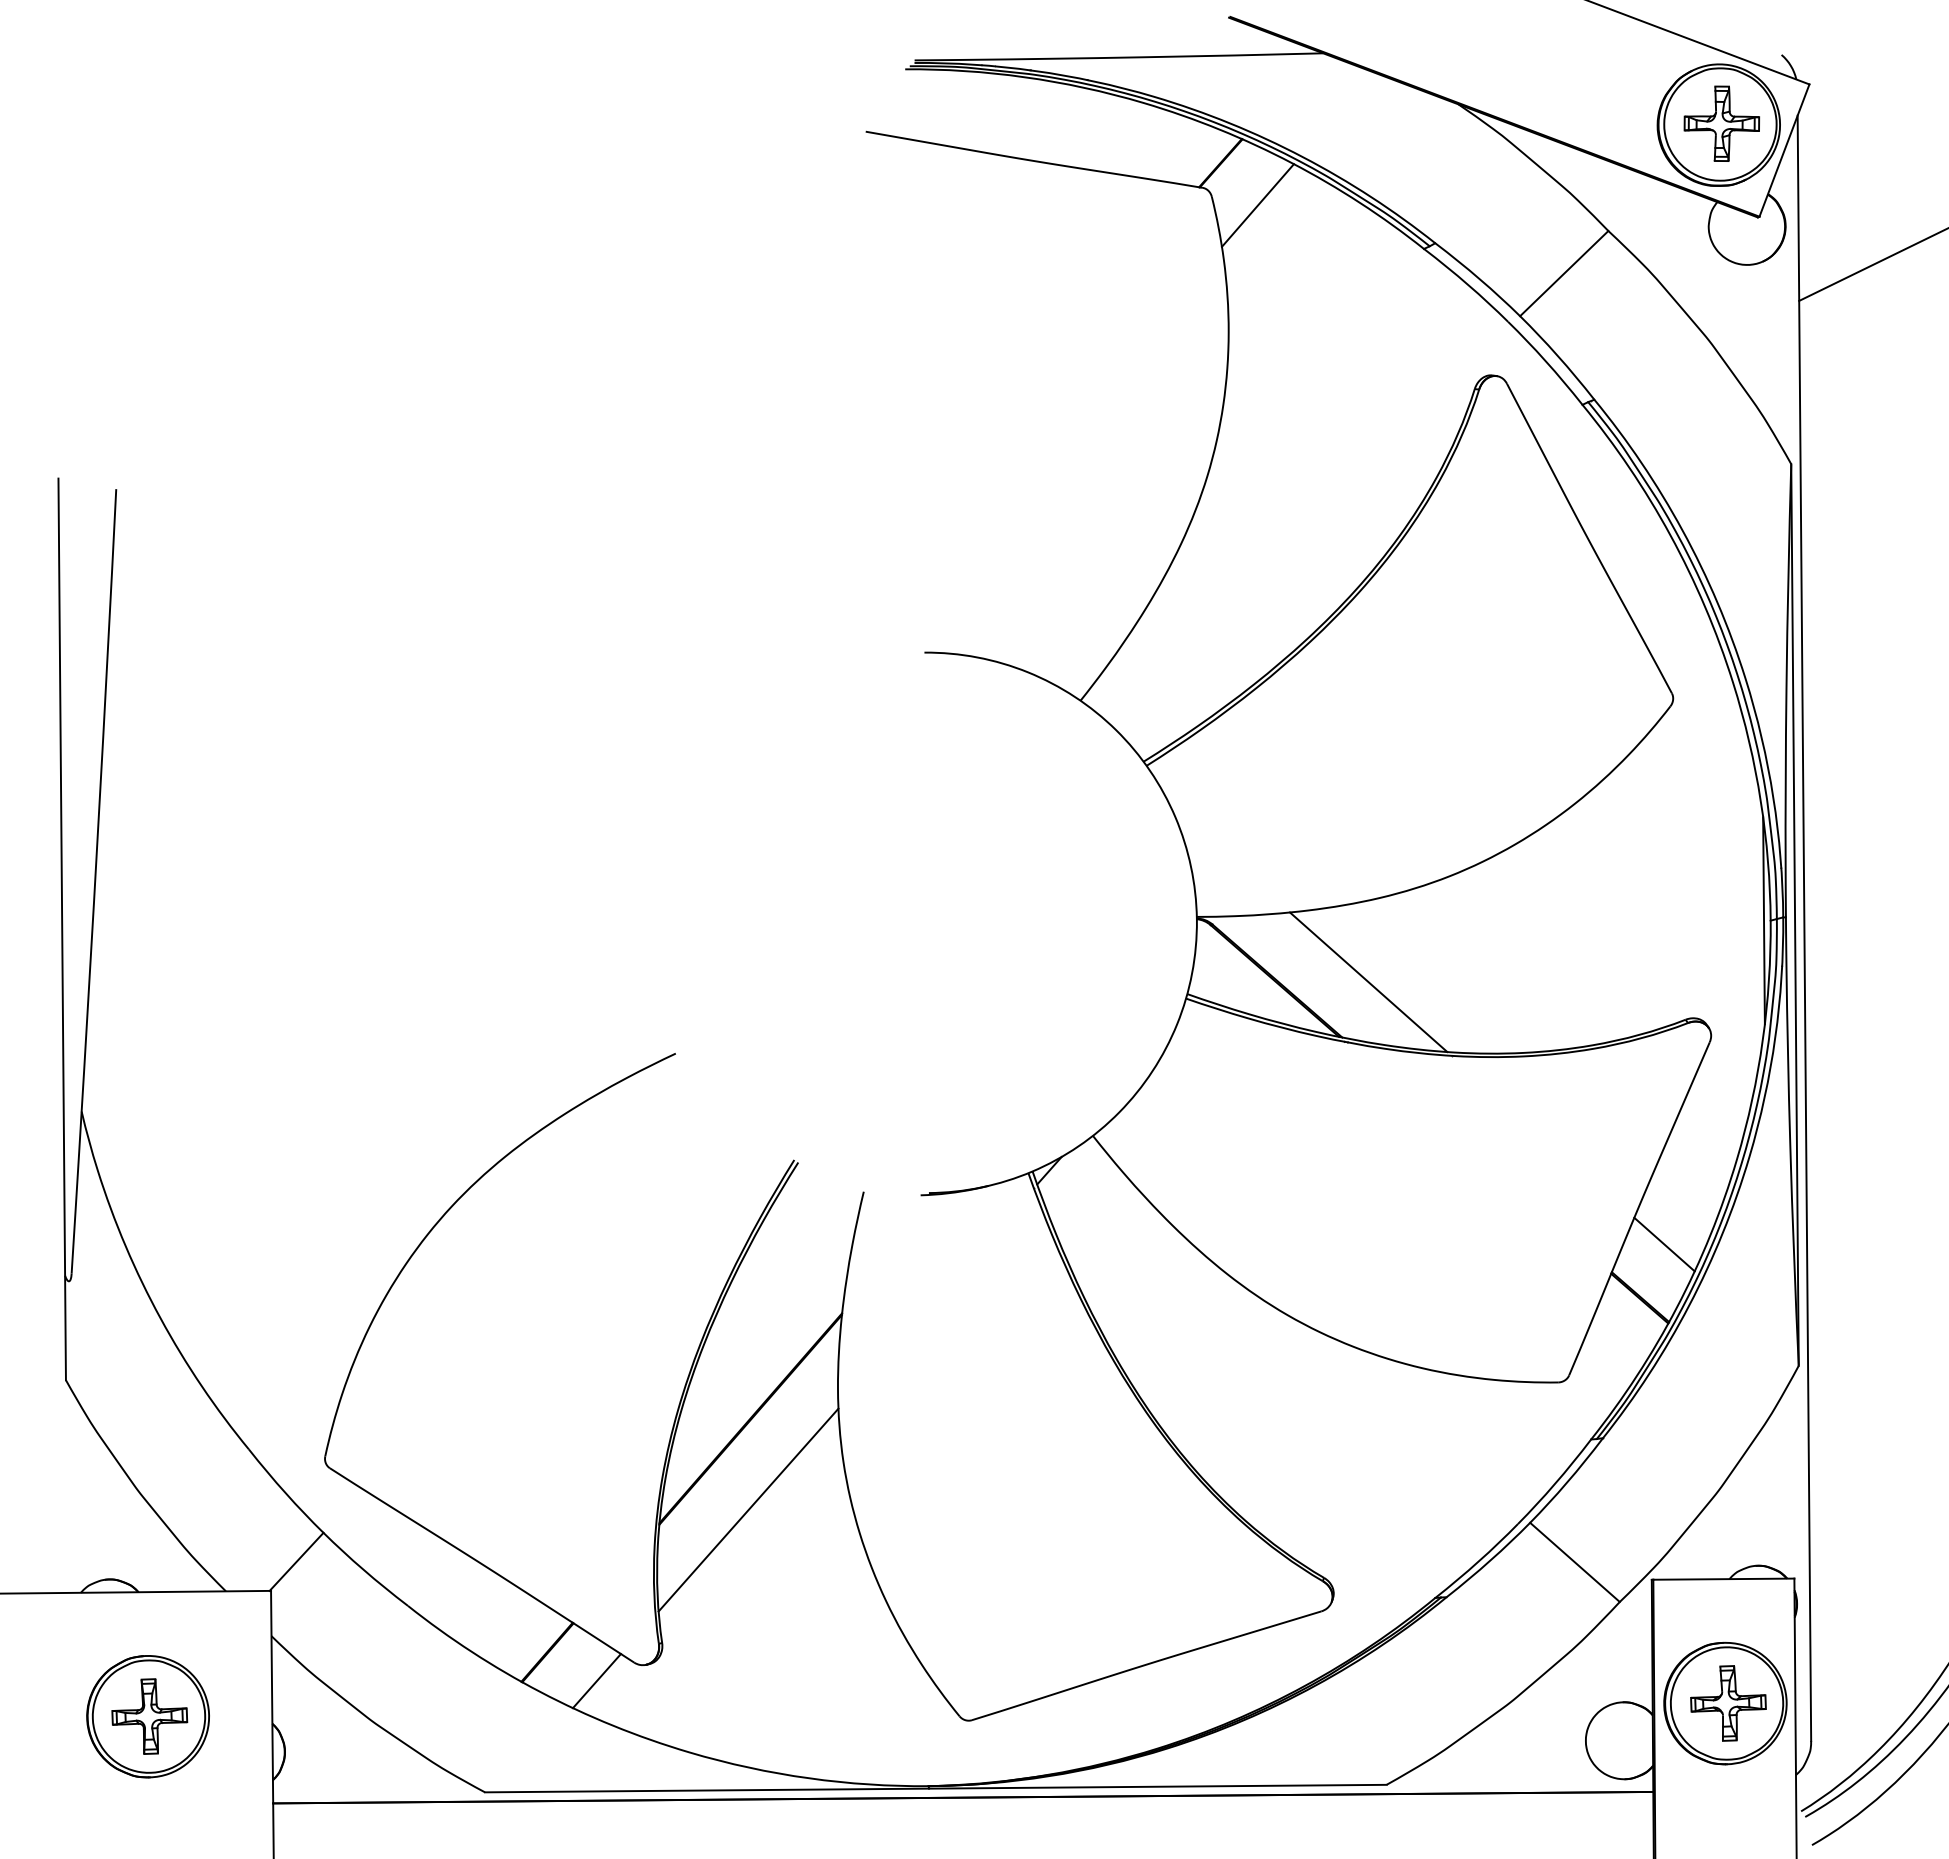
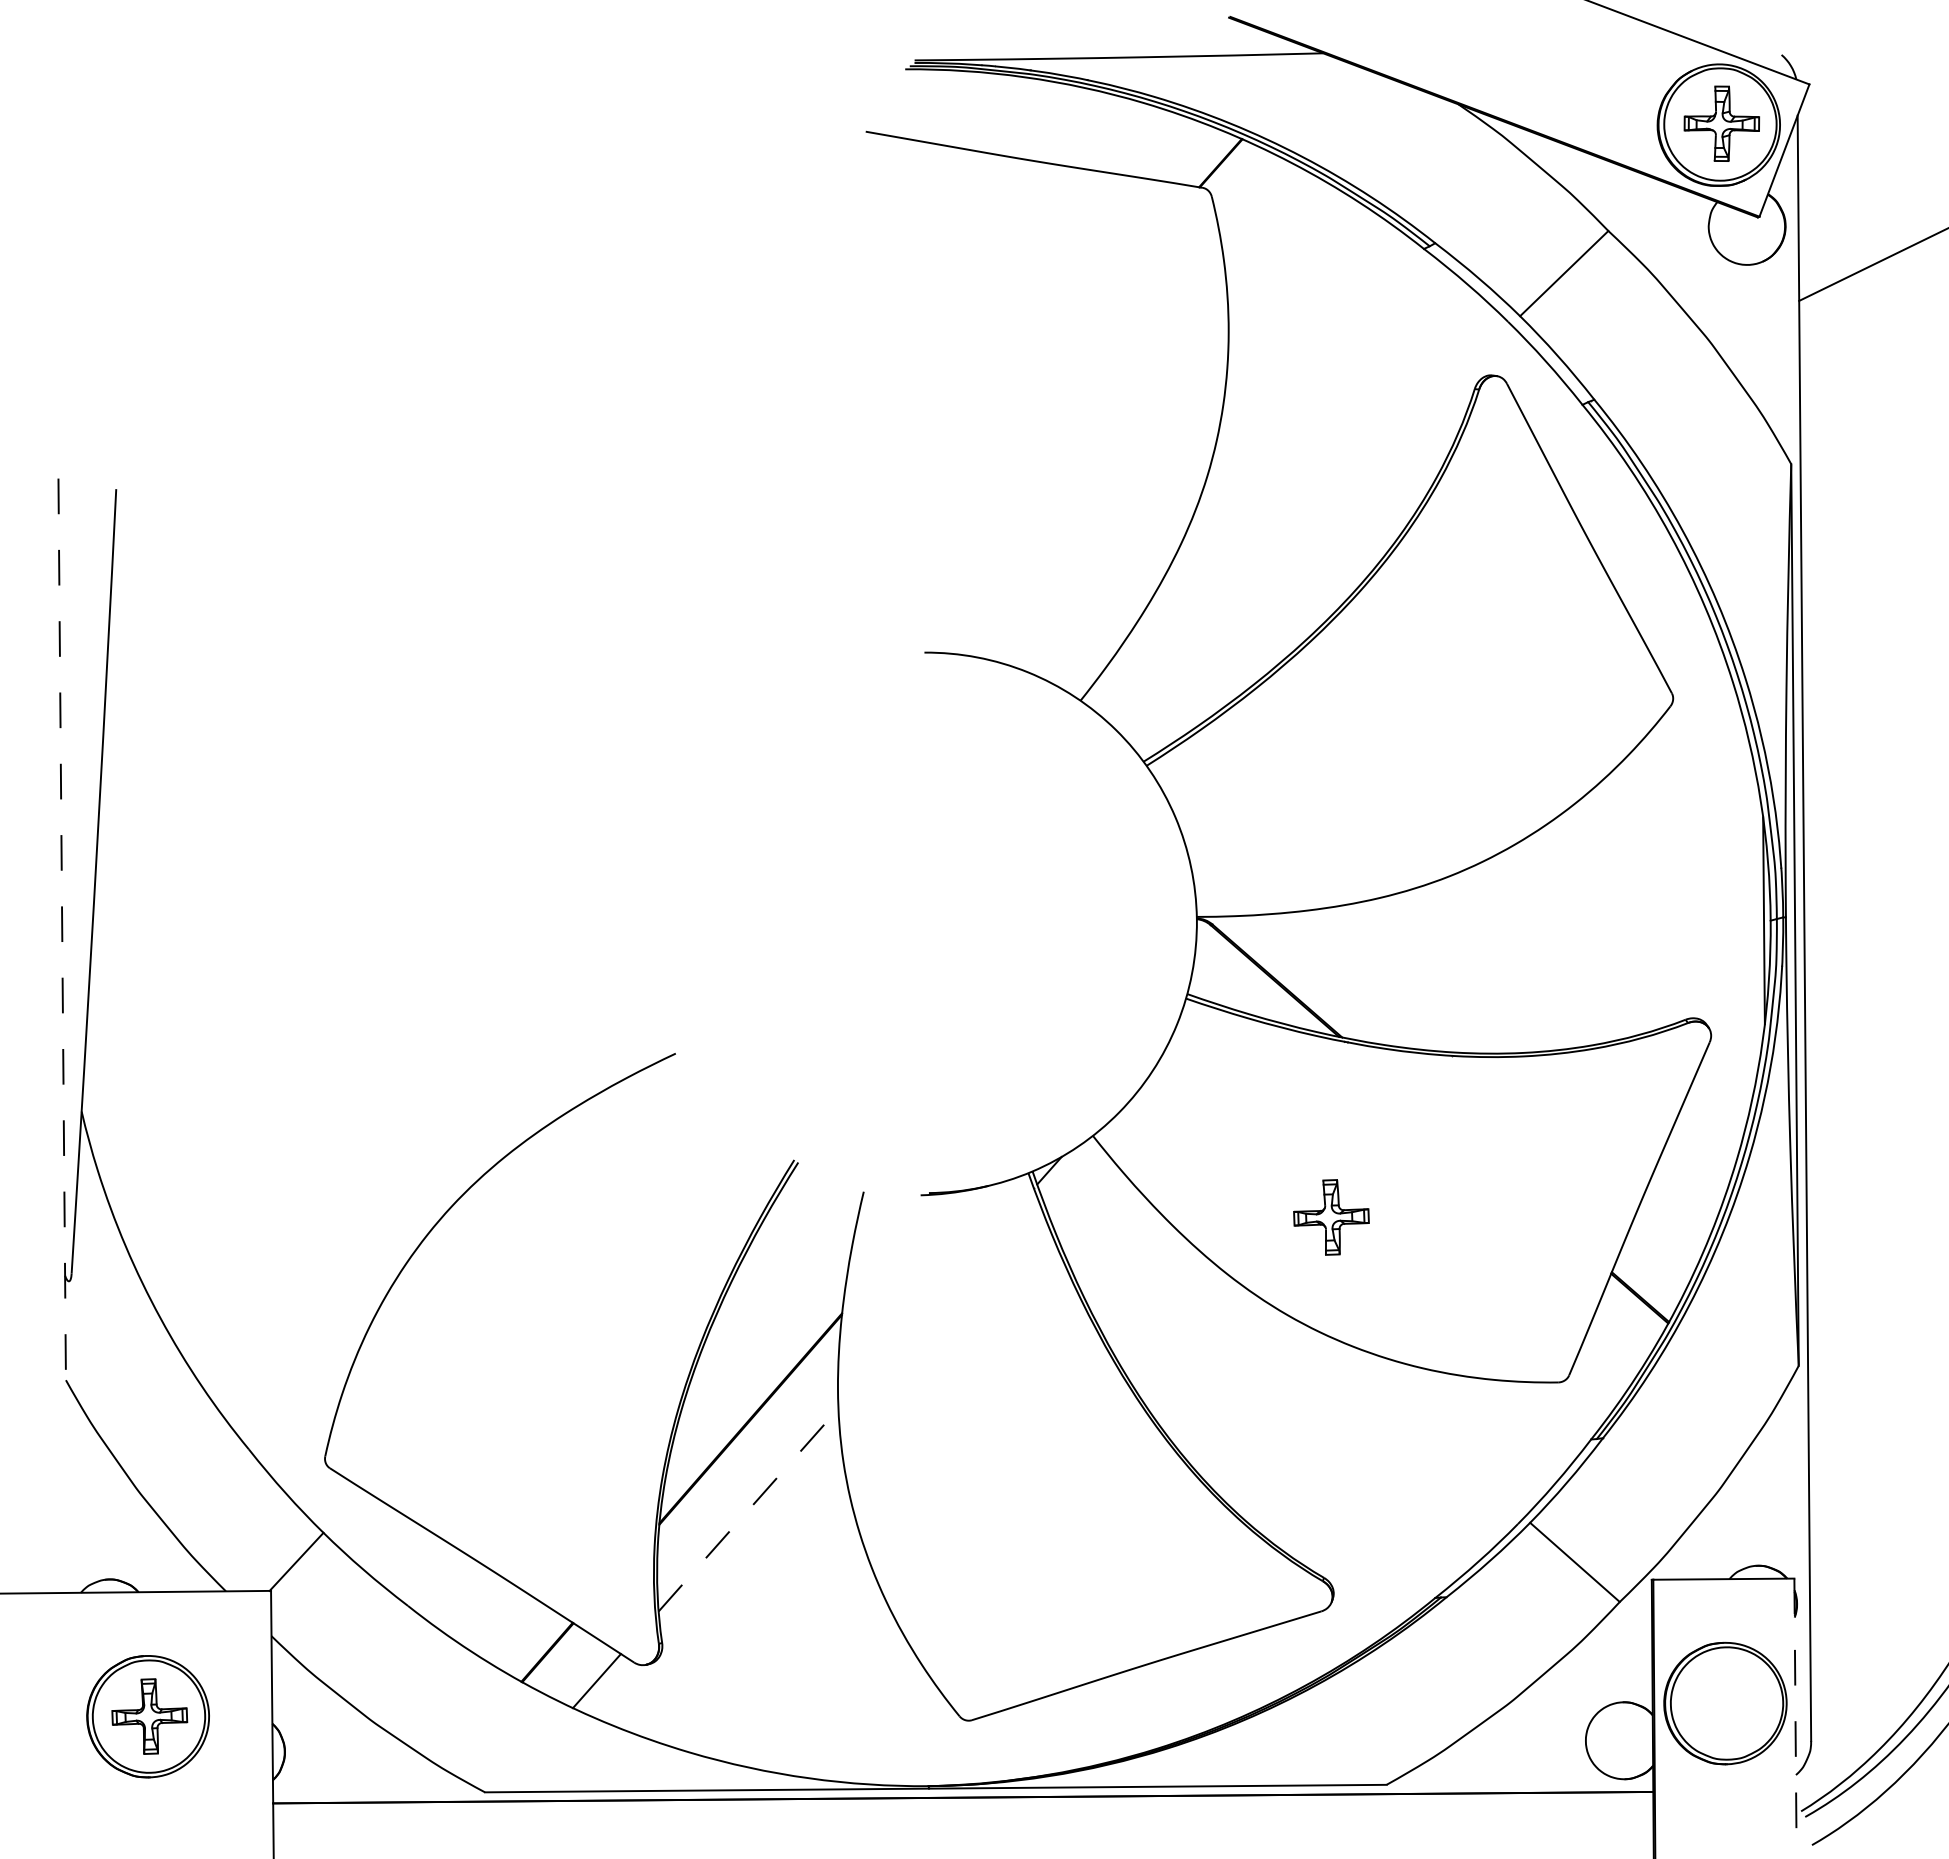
line at (1257, 205): present -> none
line at (62, 929): solid -> dashed
line at (1368, 982): present -> none
line at (1664, 1244): present -> none
line at (748, 1510): solid -> dashed
part at (1728, 1703) position: (1728, 1703) -> (1331, 1217)
line at (1795, 1718): solid -> dashed
